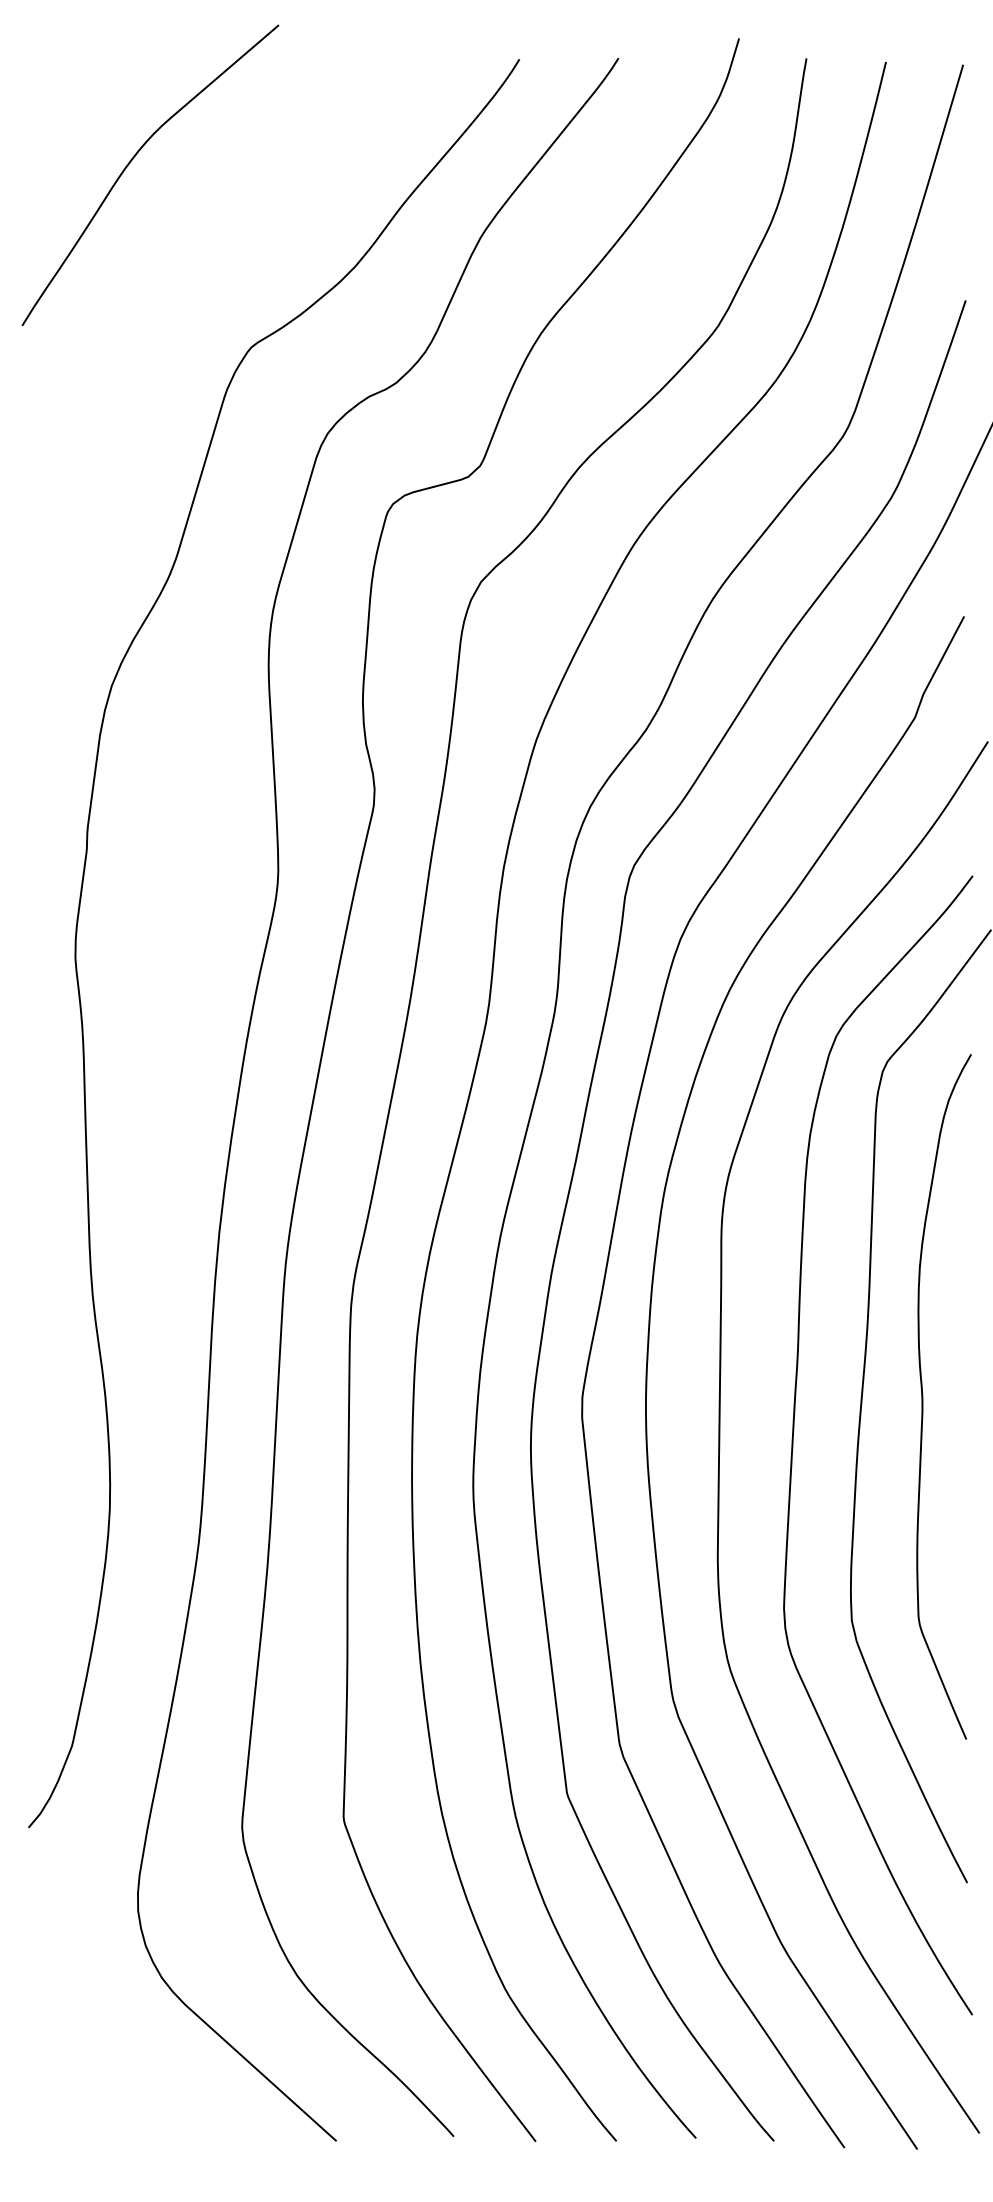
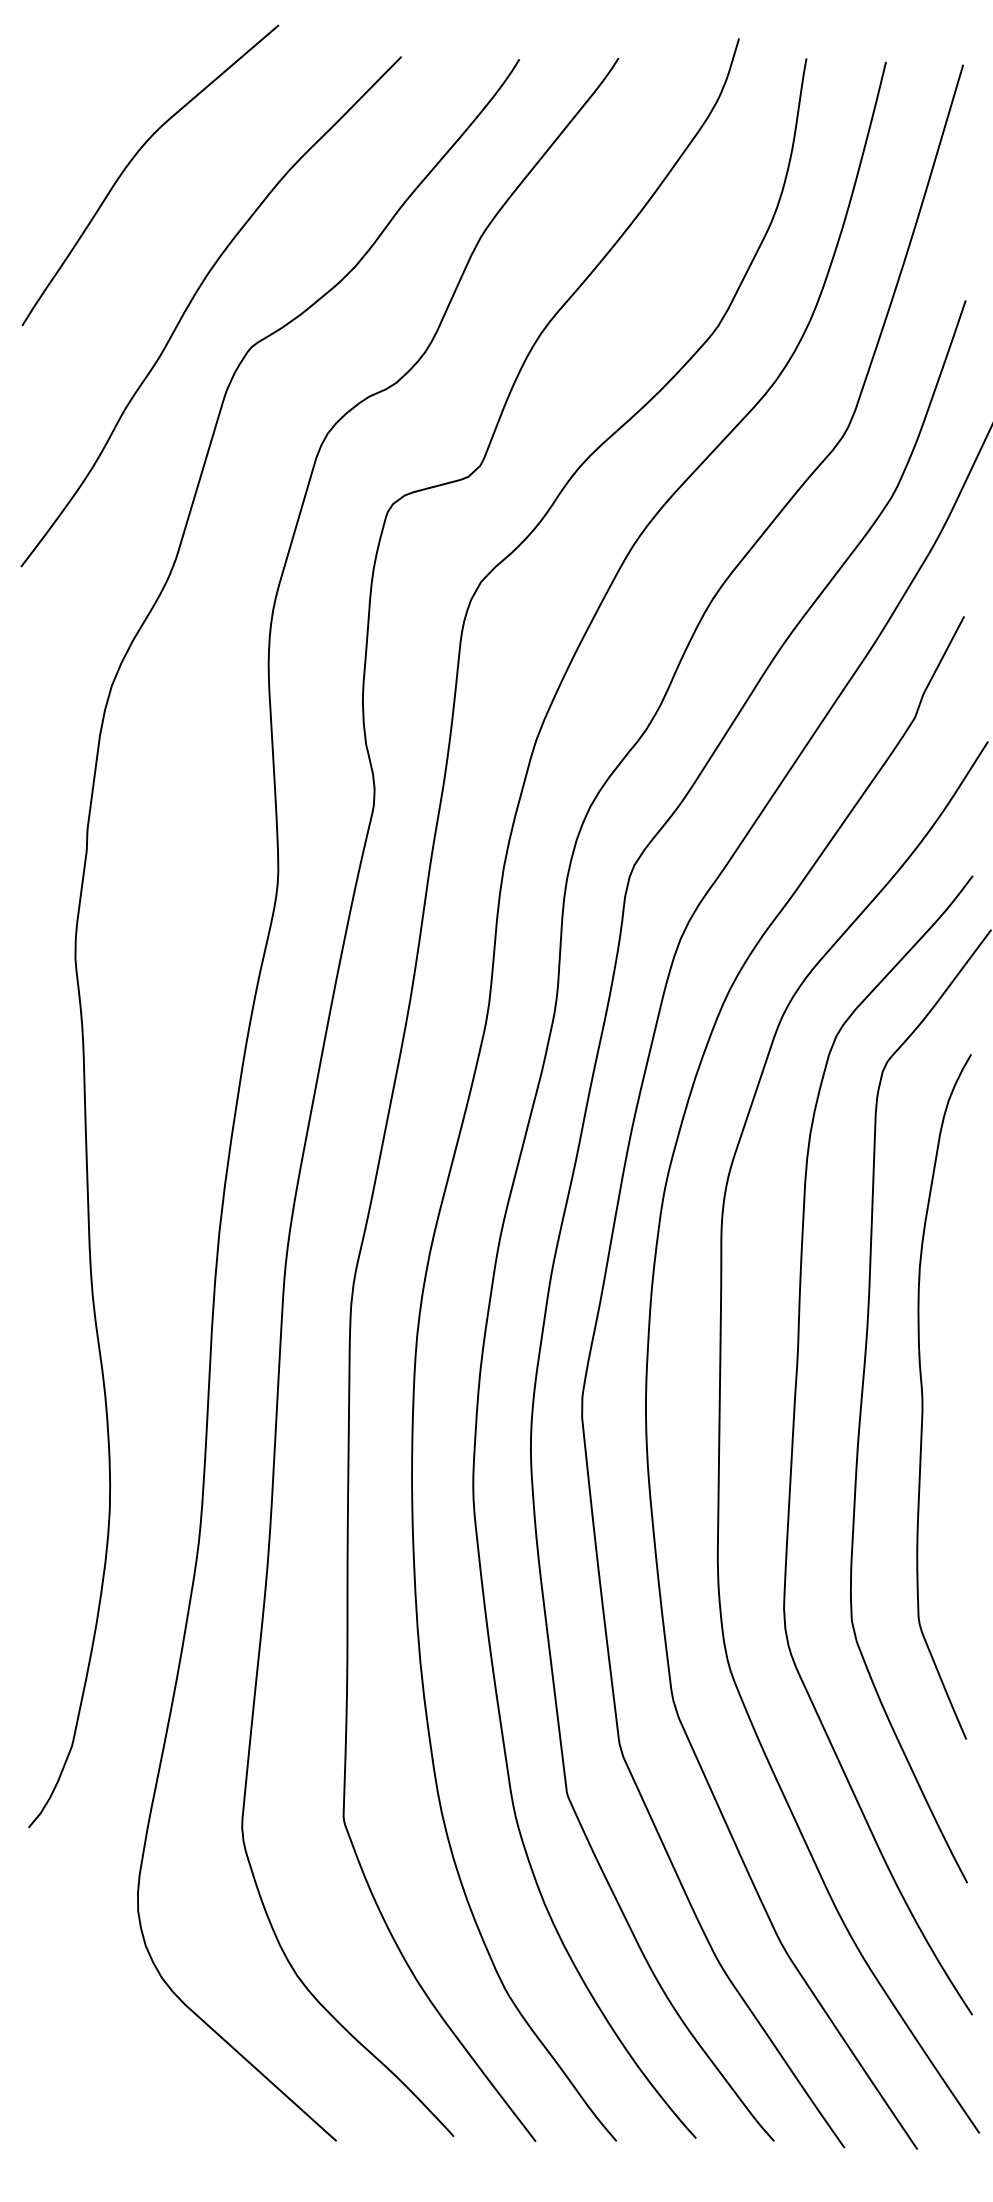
curve at (193, 299): none -> present
